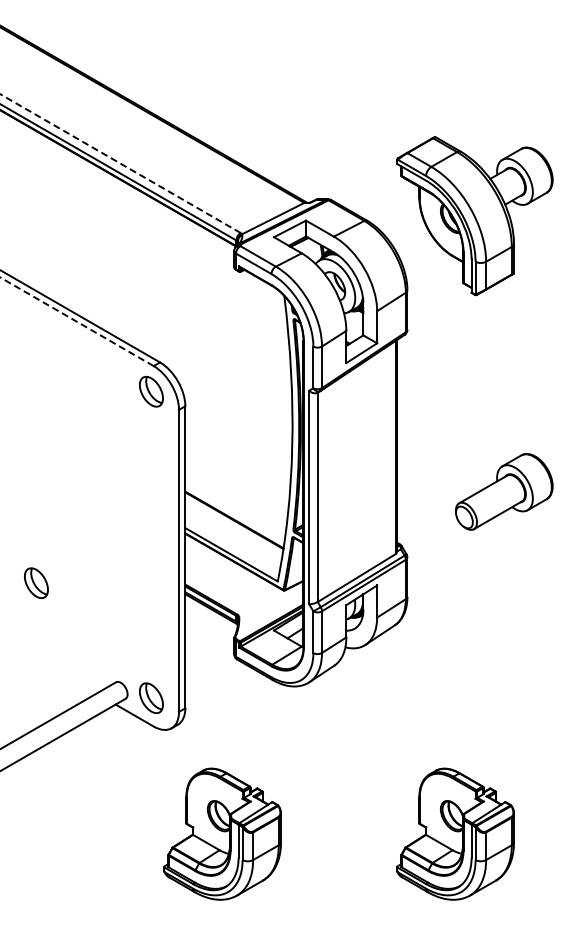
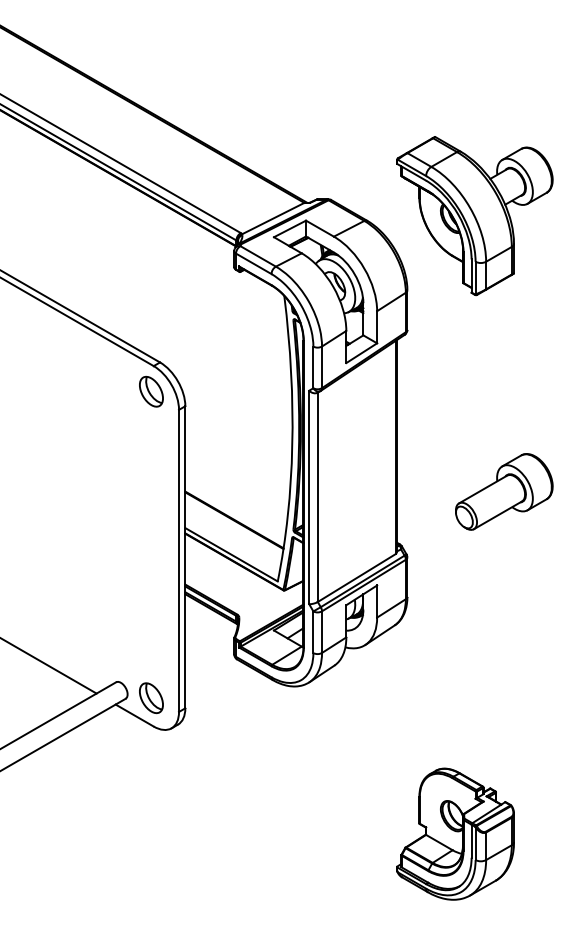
line at (120, 163): dashed -> solid
line at (76, 321): dashed -> solid
part at (36, 583): present -> none
line at (49, 665): none -> present
part at (222, 833): present -> none
